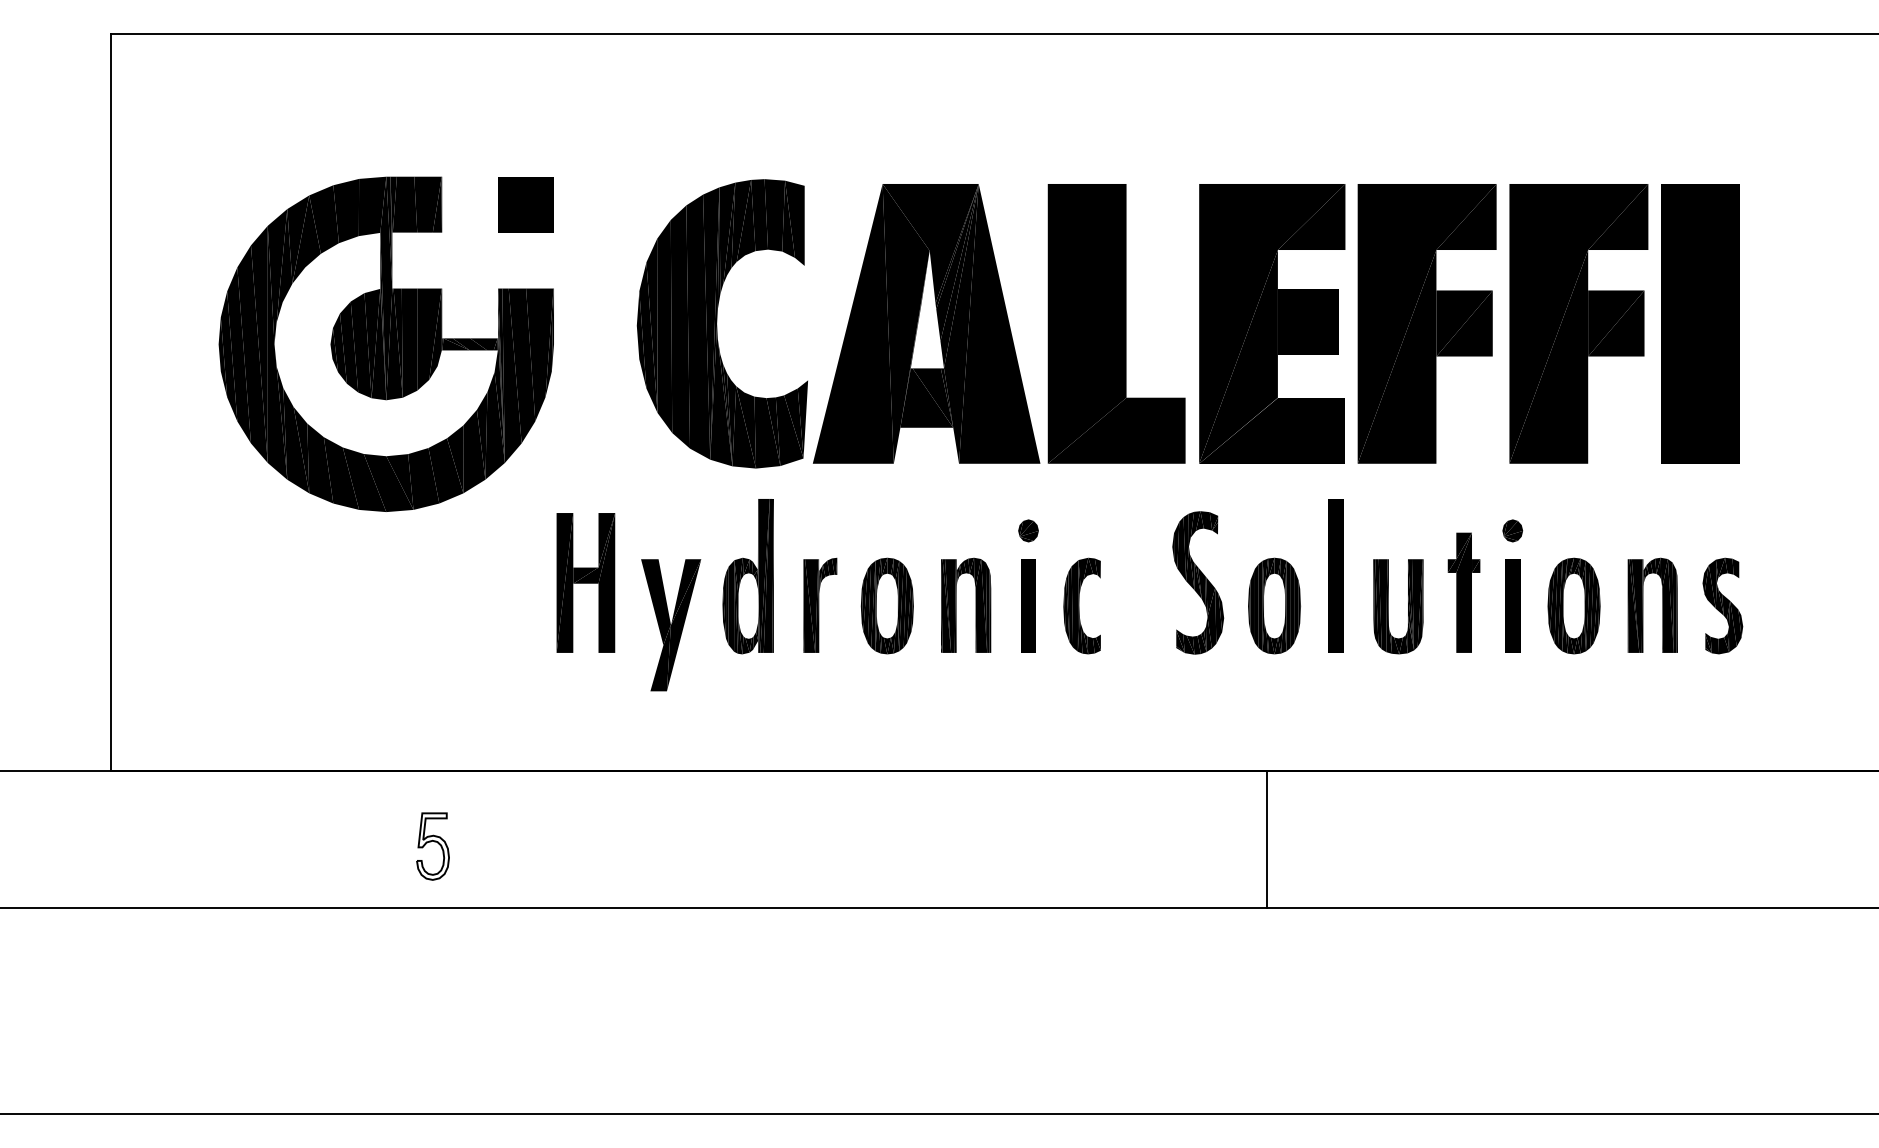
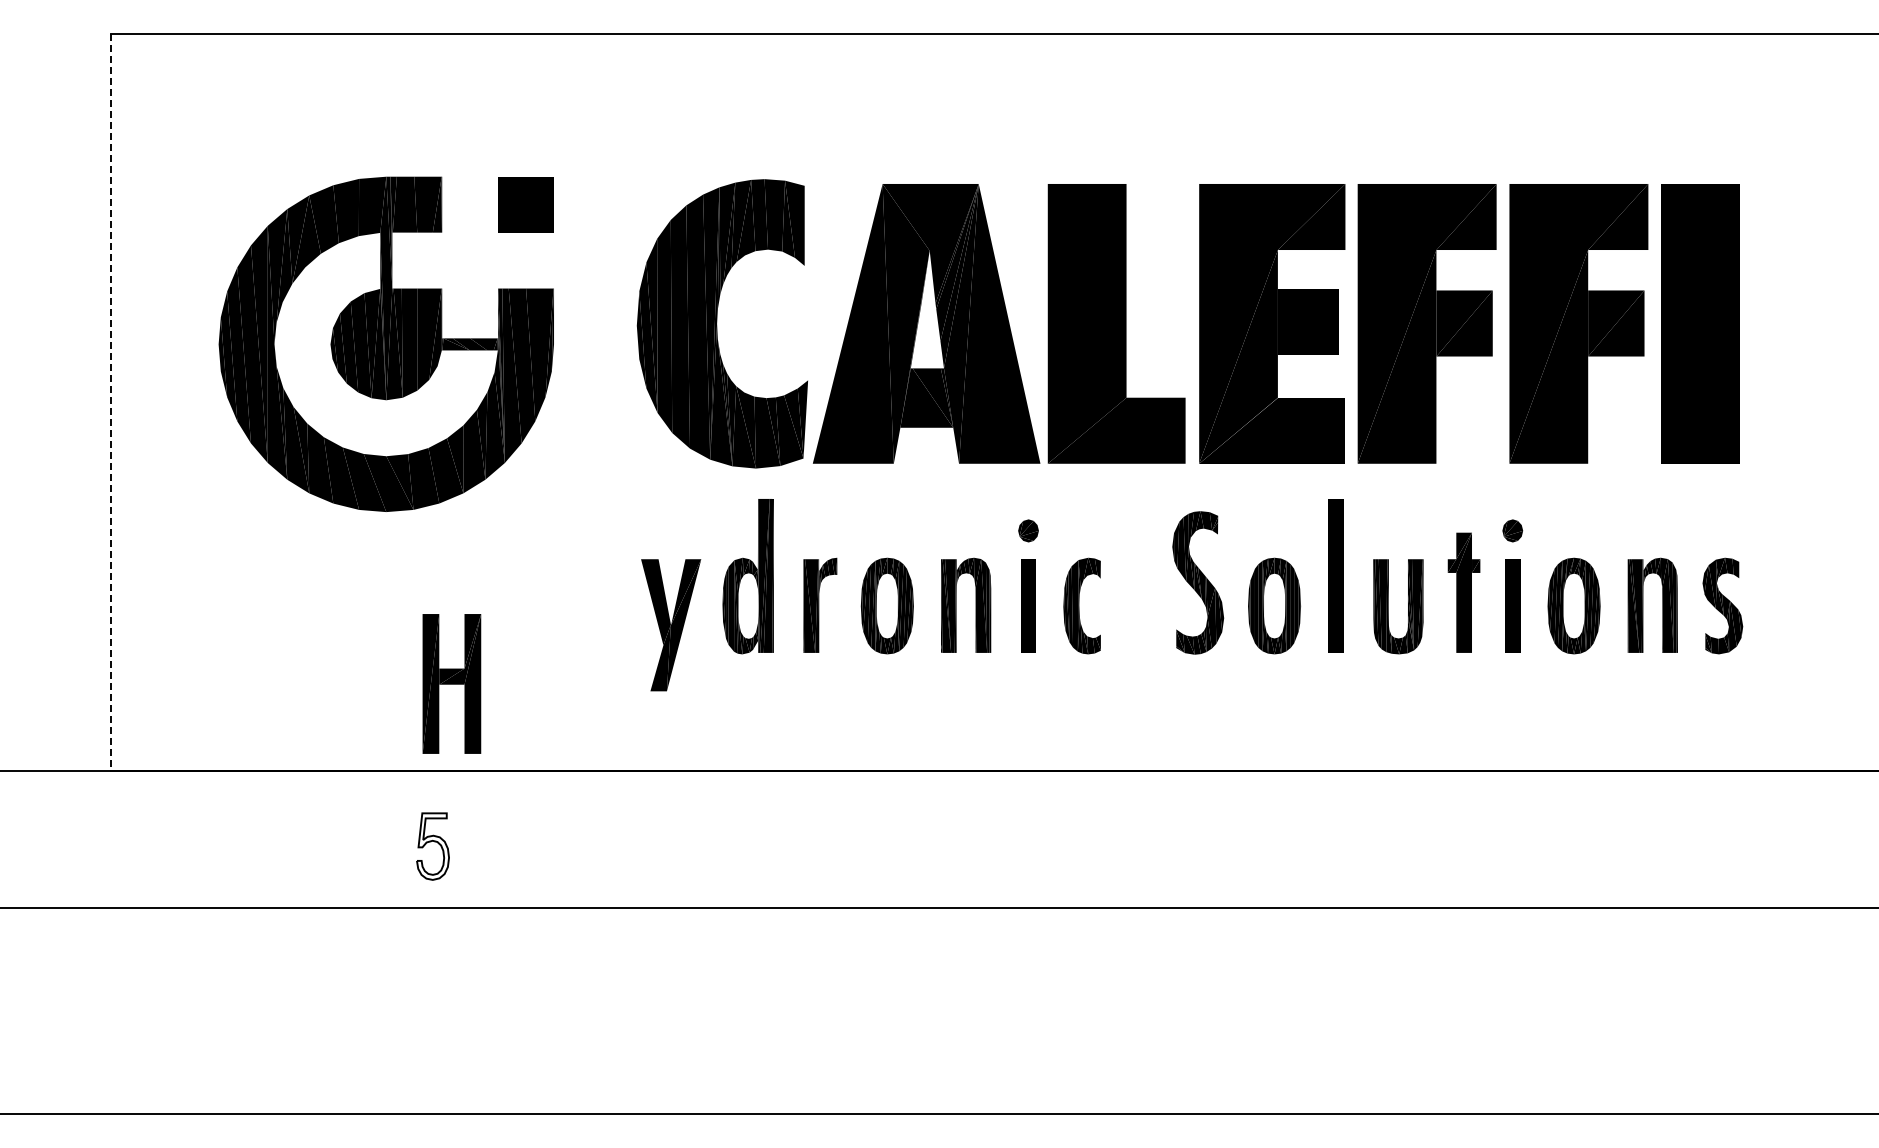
line at (110, 403): solid -> dashed
part at (585, 582) position: (585, 582) -> (451, 683)
line at (1267, 839): present -> none
